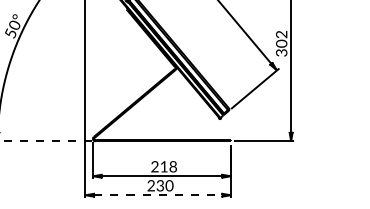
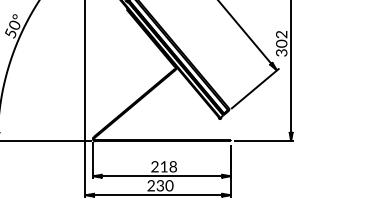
line at (46, 141): dashed -> solid
line at (158, 195): dashed -> solid
